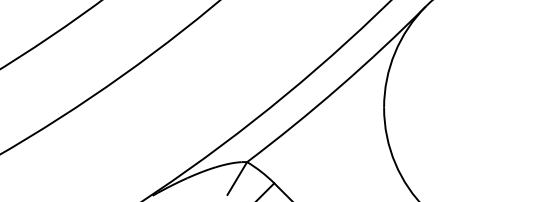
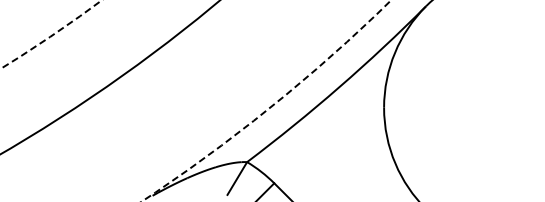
arc at (51, 35): solid -> dashed
arc at (271, 106): solid -> dashed
